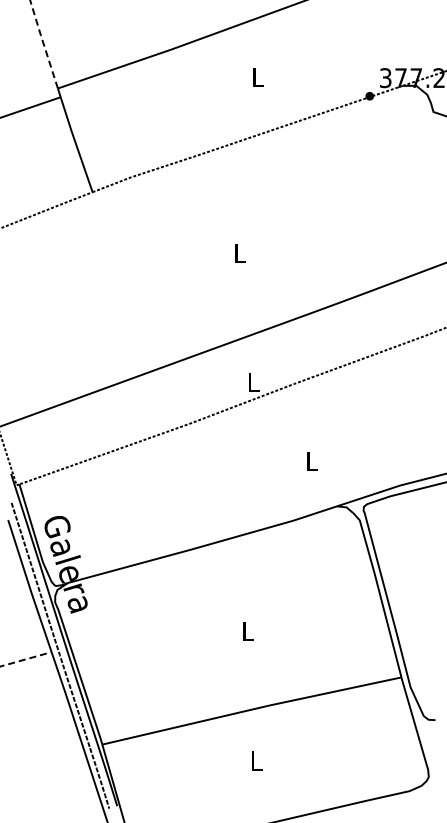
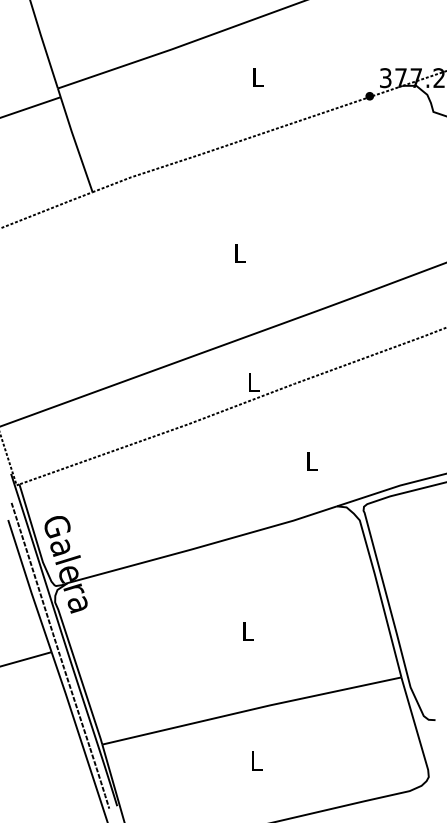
line at (43, 43): dashed -> solid
line at (25, 659): dashed -> solid
